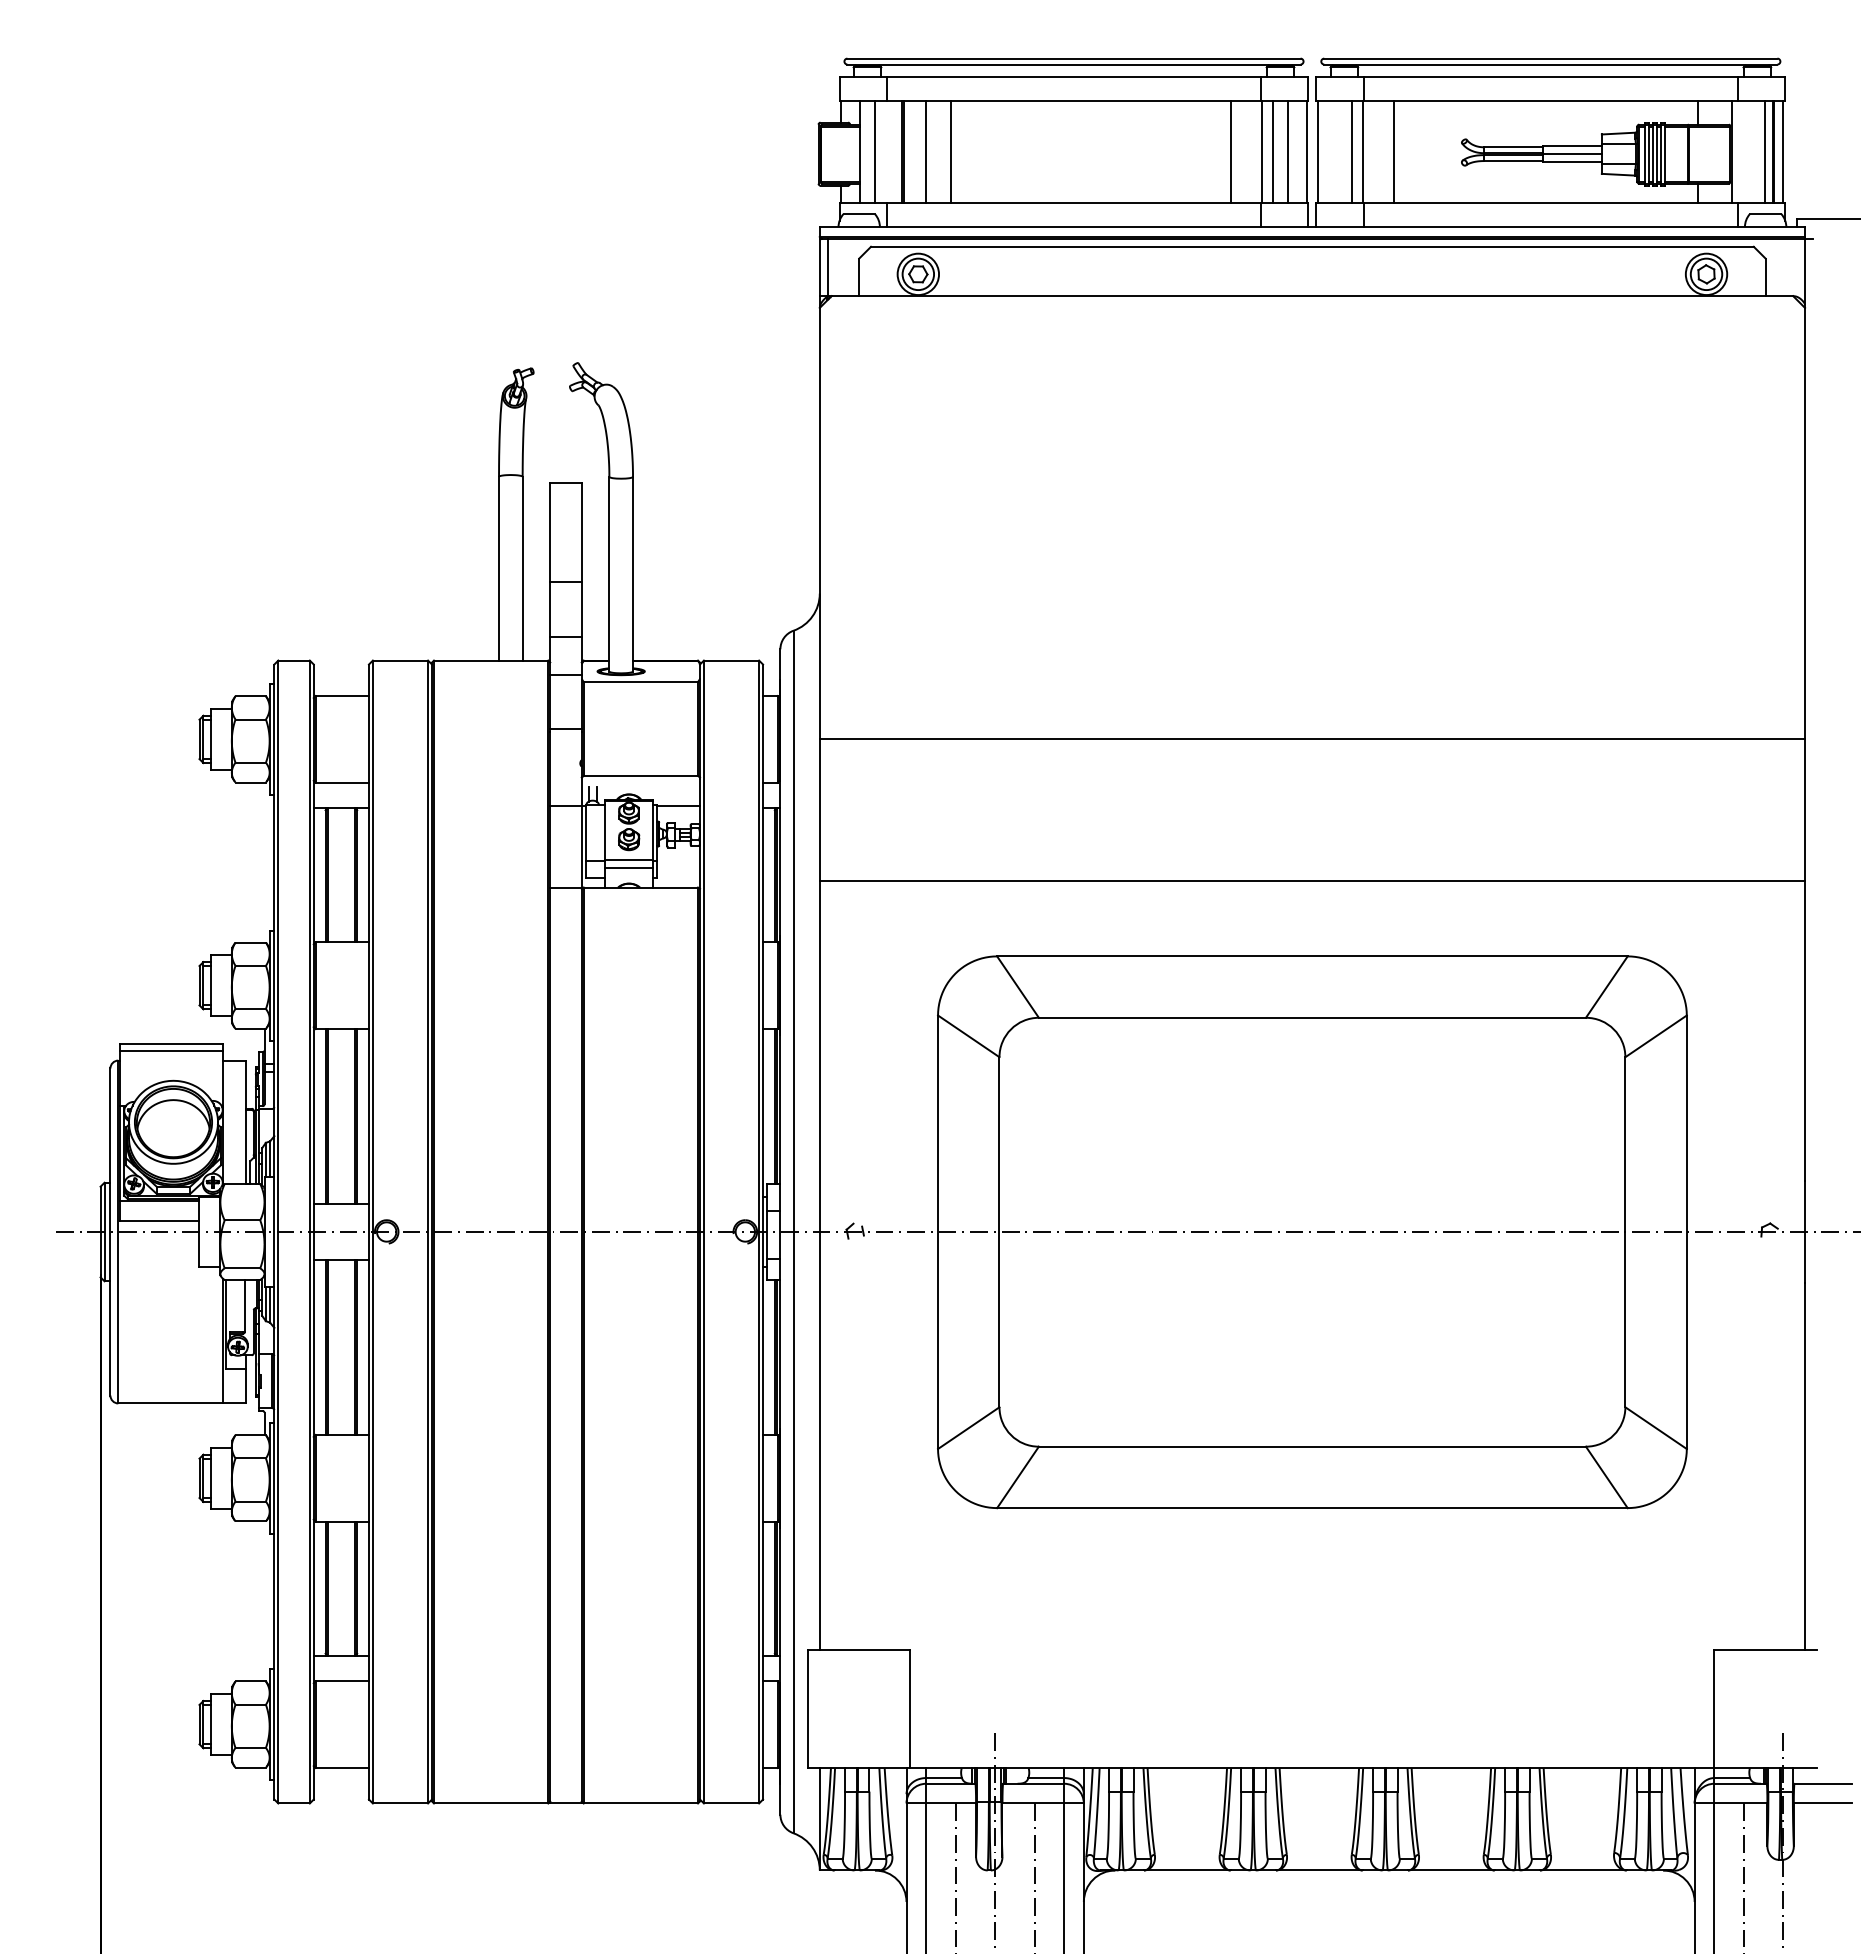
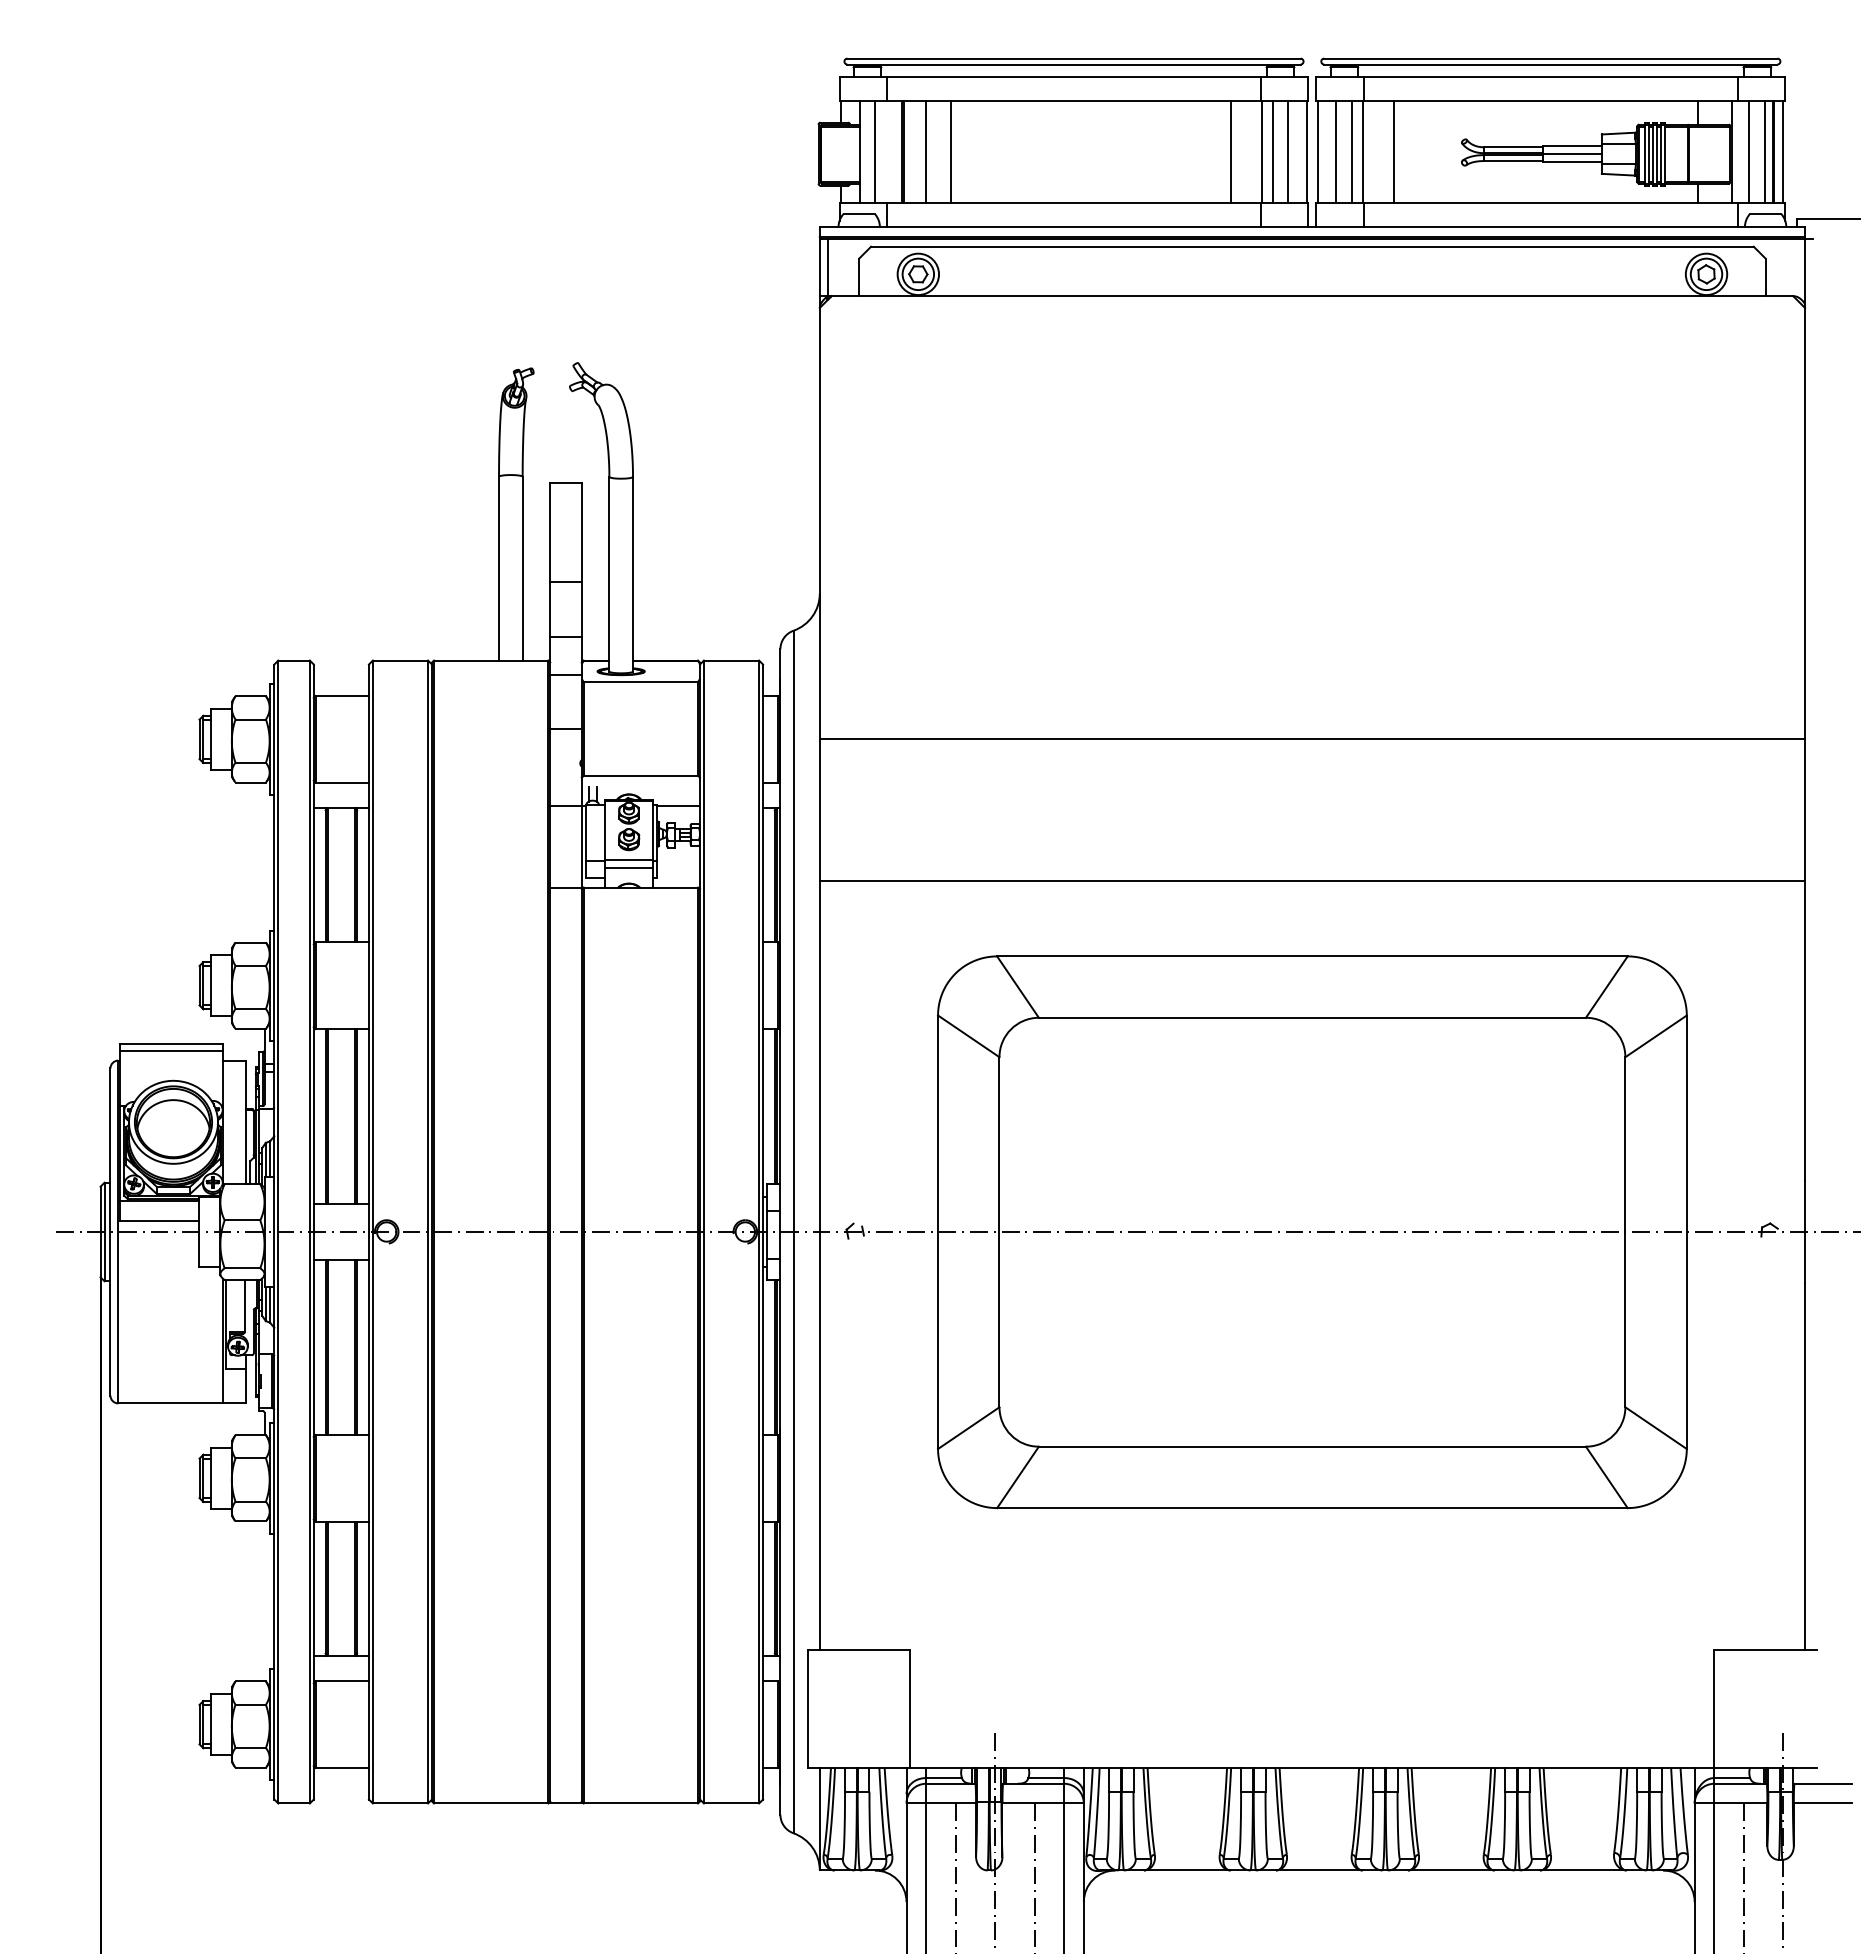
line at (1336, 151): none -> present
line at (1749, 151): none -> present
